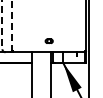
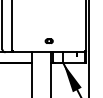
line at (2, 25): dashed -> solid
line at (12, 26): dashed -> solid
